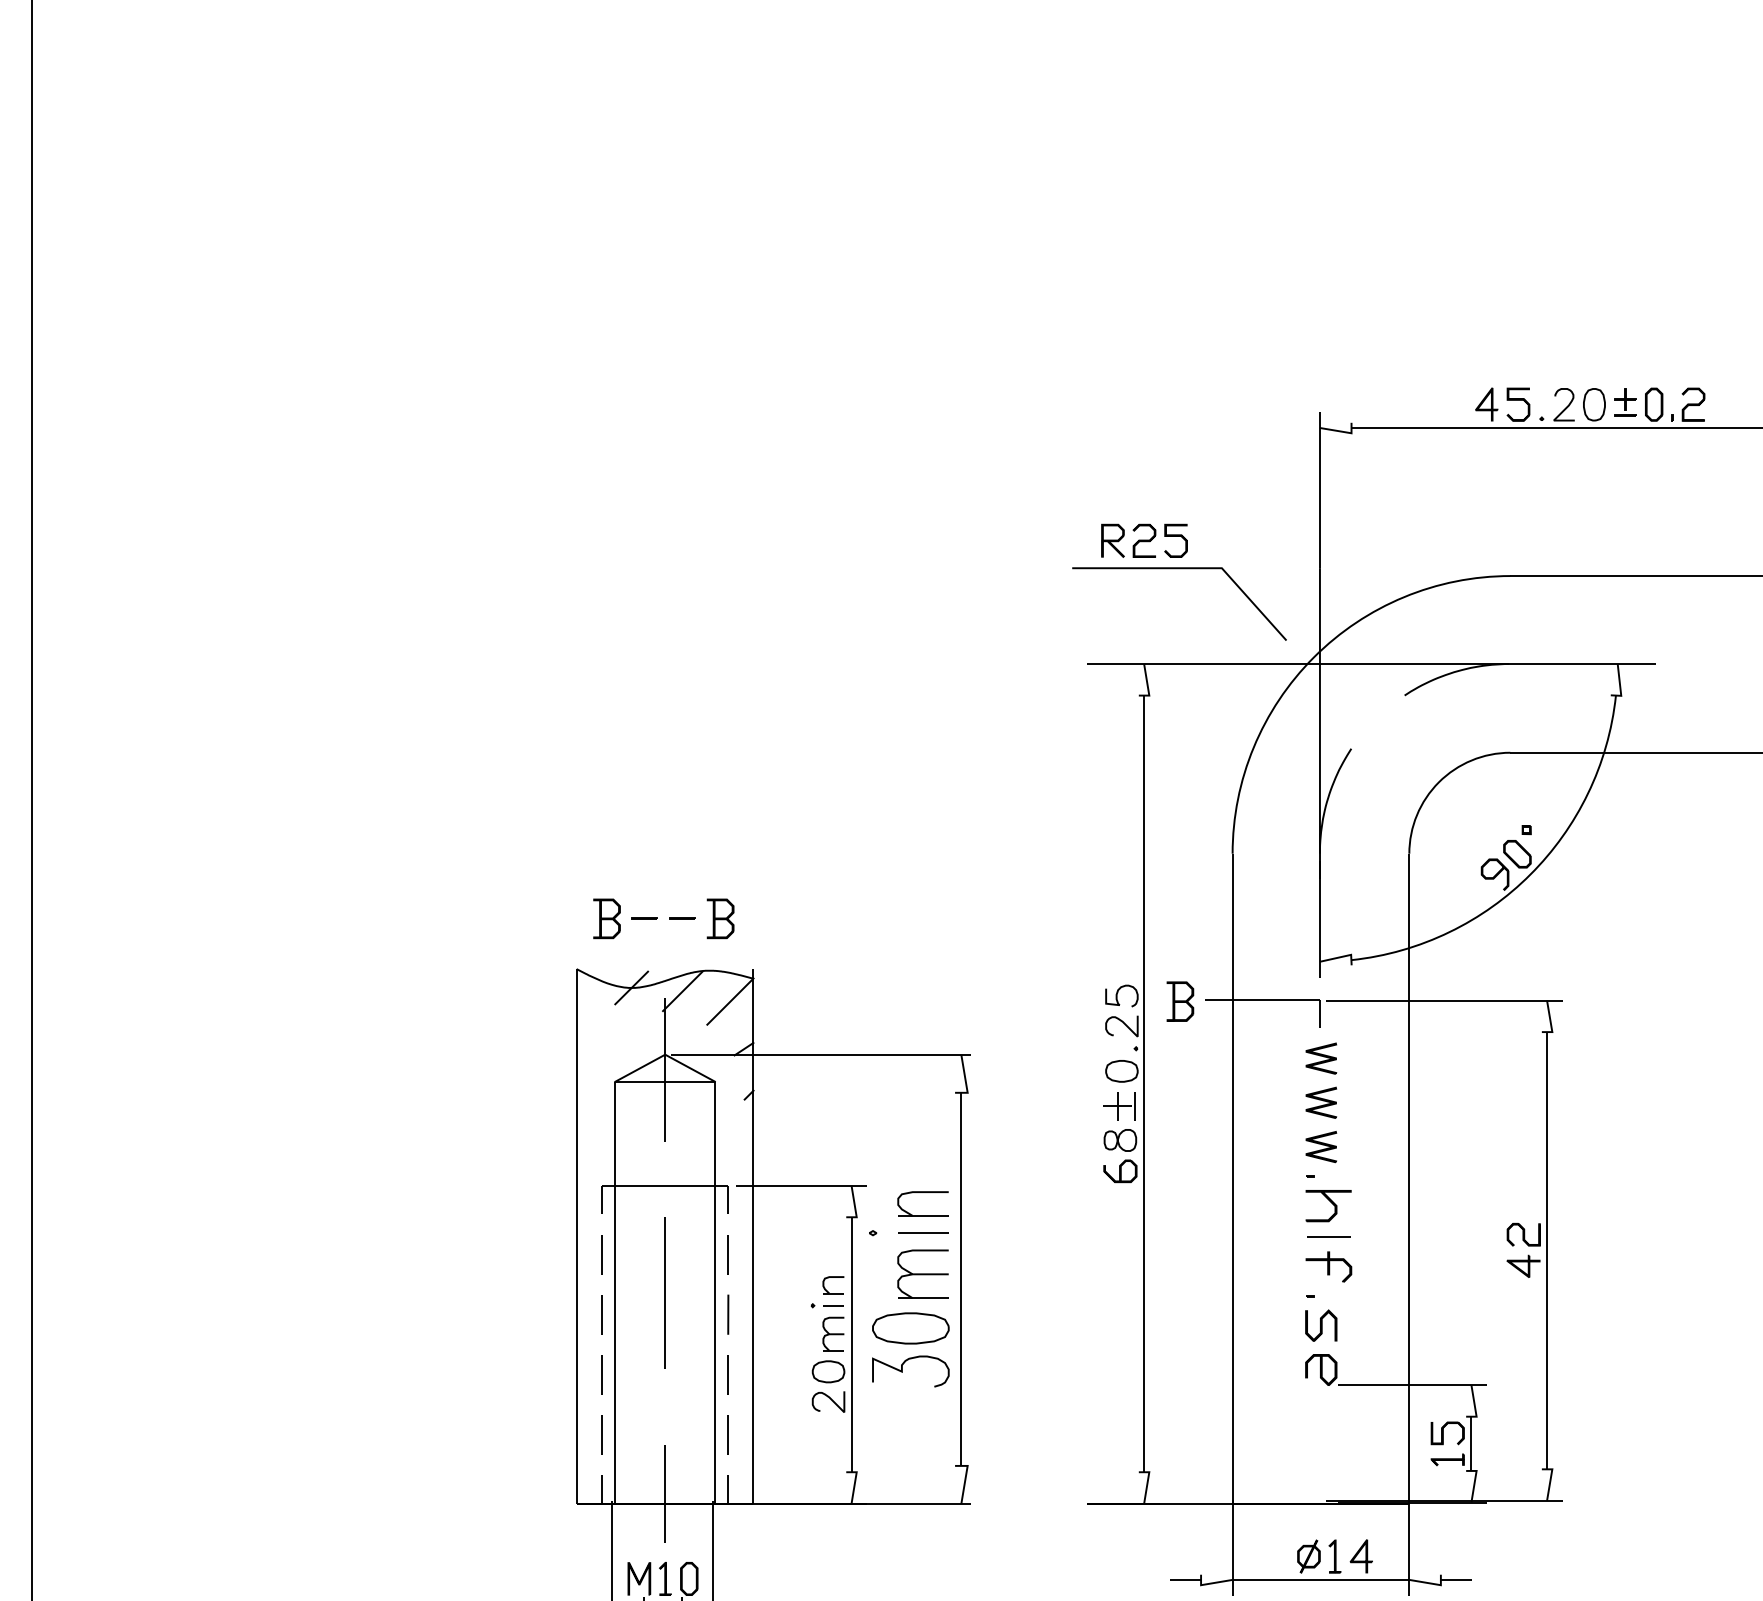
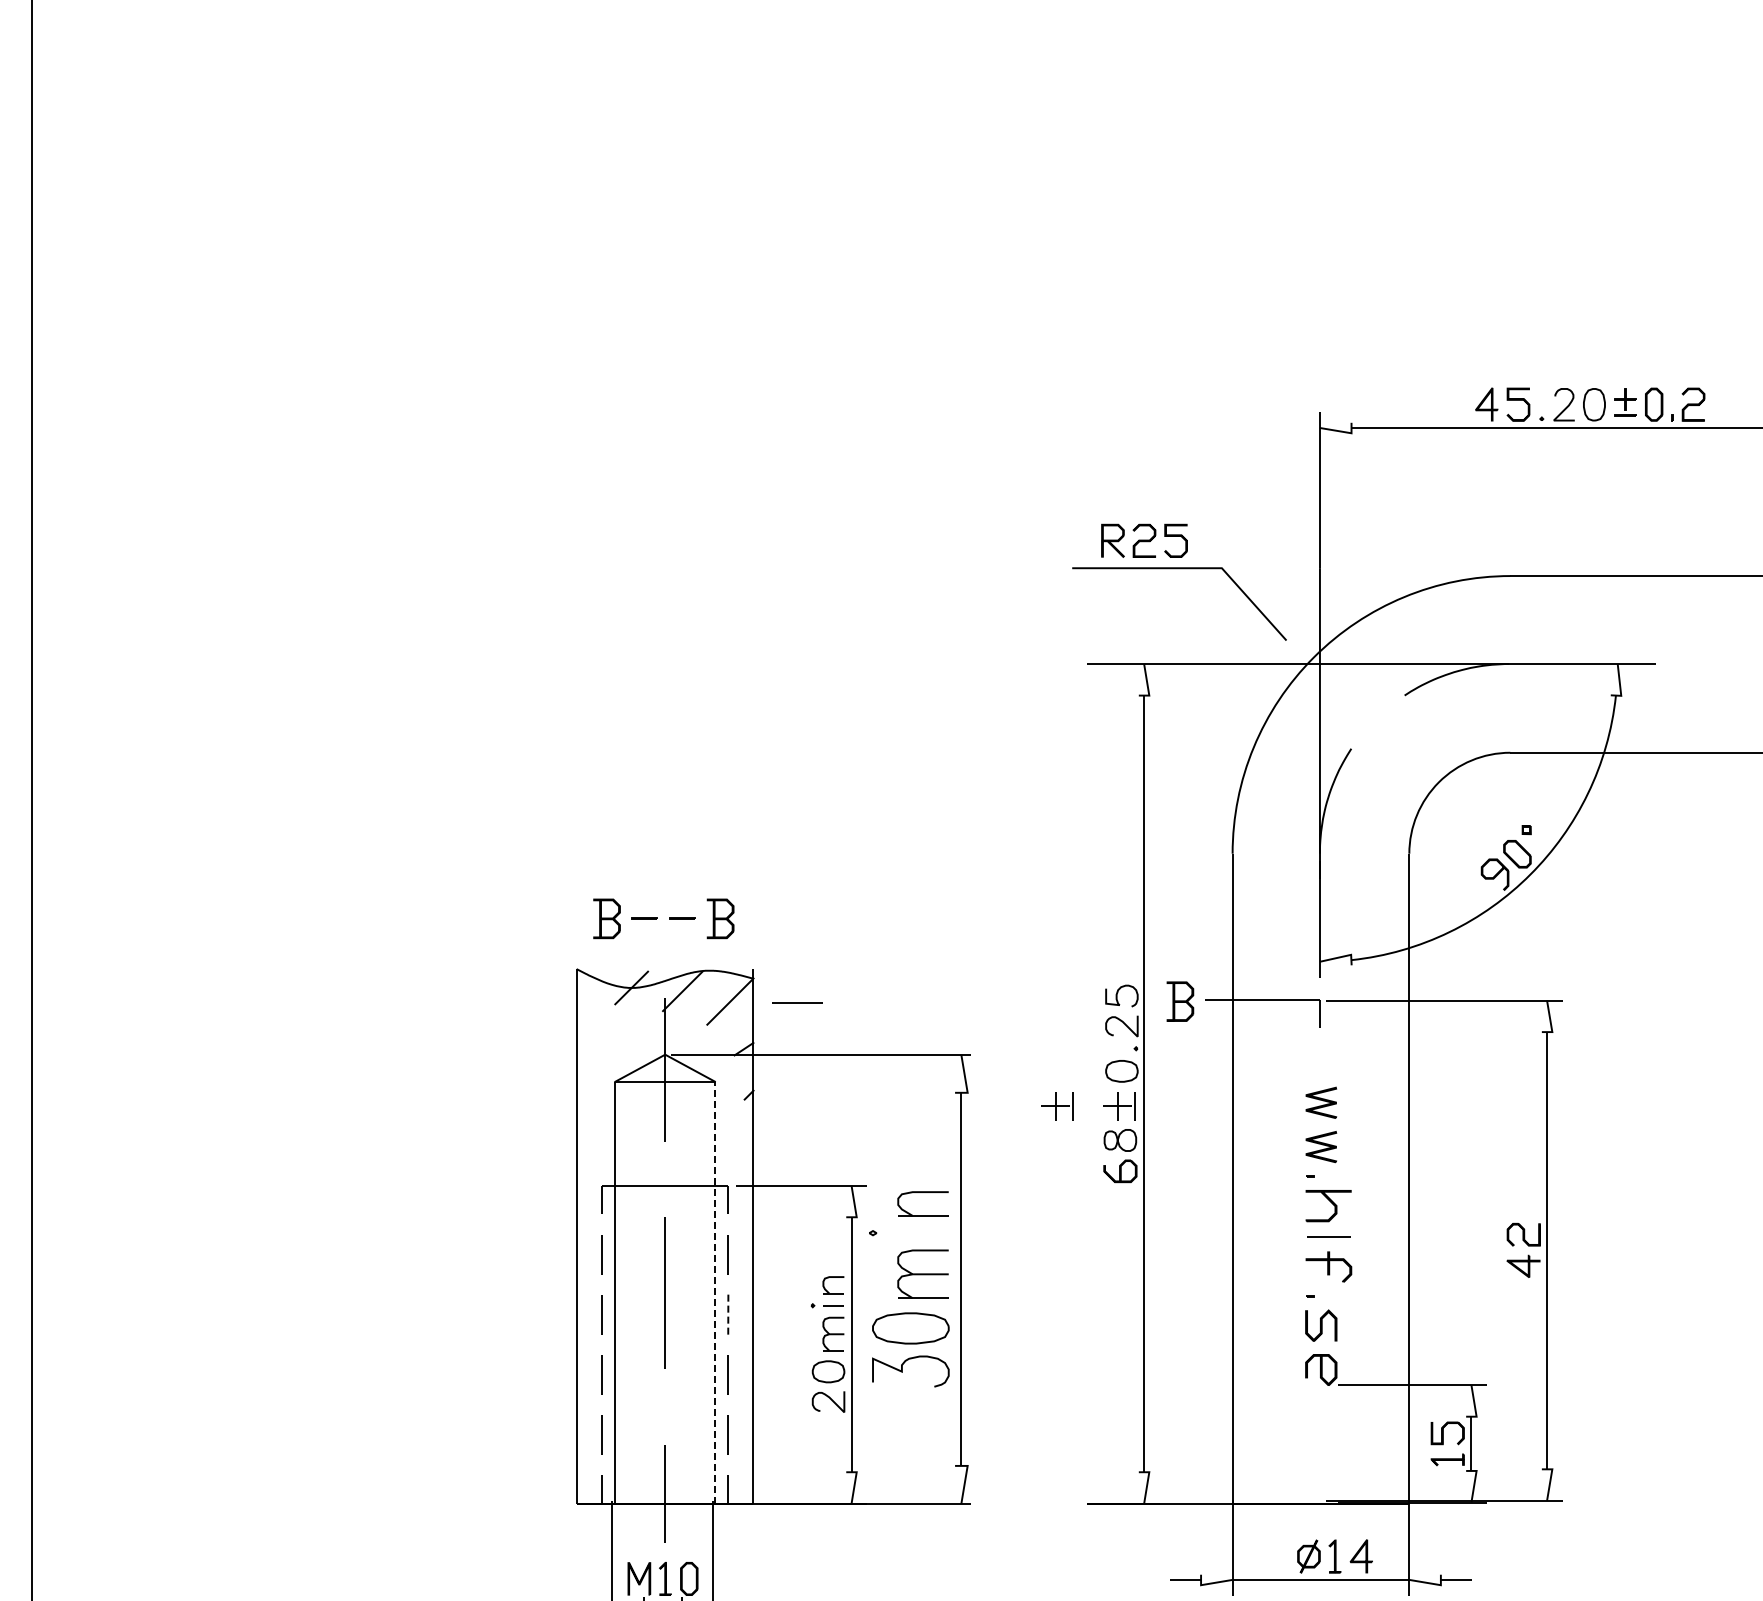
part at (1321, 1058): present -> none
part at (1057, 1106): none -> present
line at (923, 1232) position: (923, 1232) -> (797, 1002)
line at (715, 1293): solid -> dashed
line at (728, 1315): solid -> dashed
